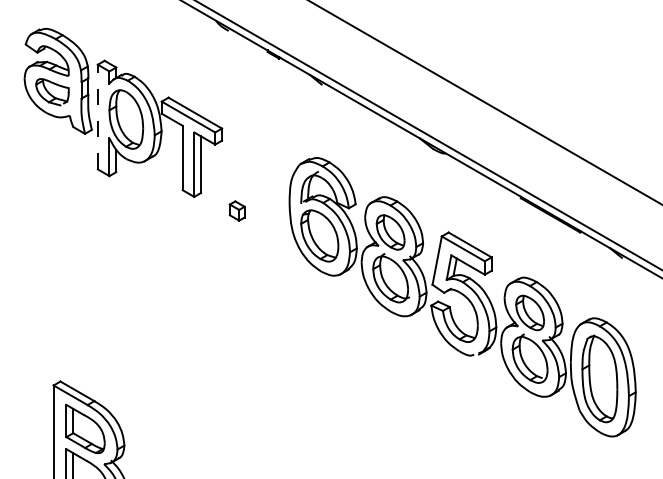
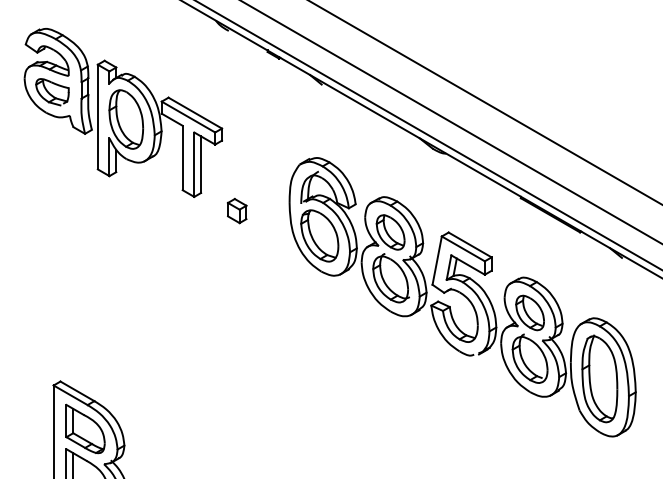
line at (97, 116): dashed -> solid
line at (451, 122): none -> present
part at (236, 210) size: 18x22 px -> 21x28 px
